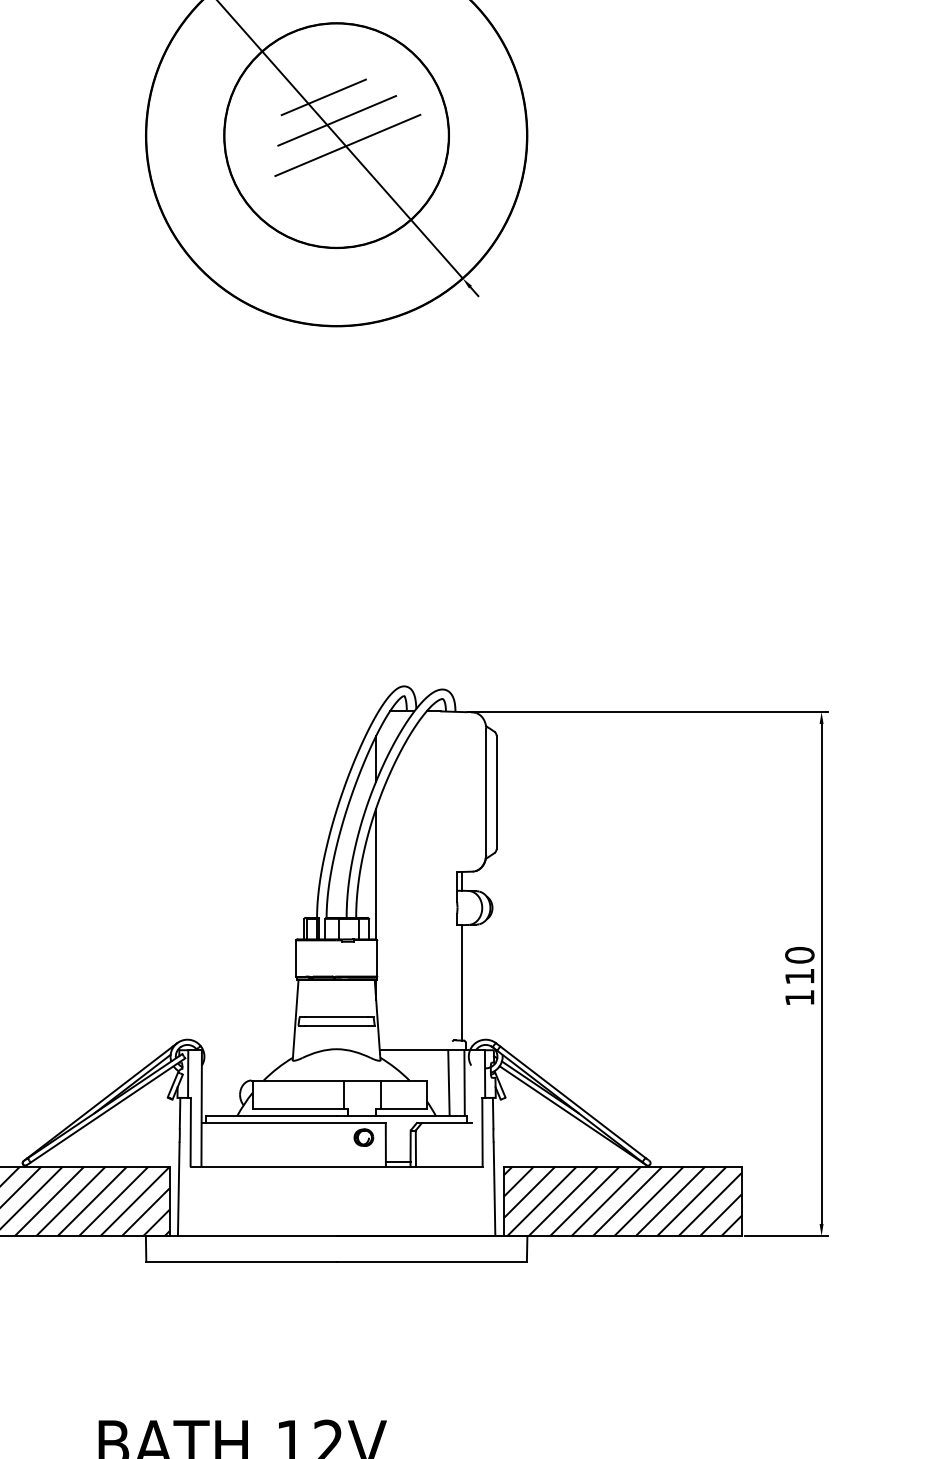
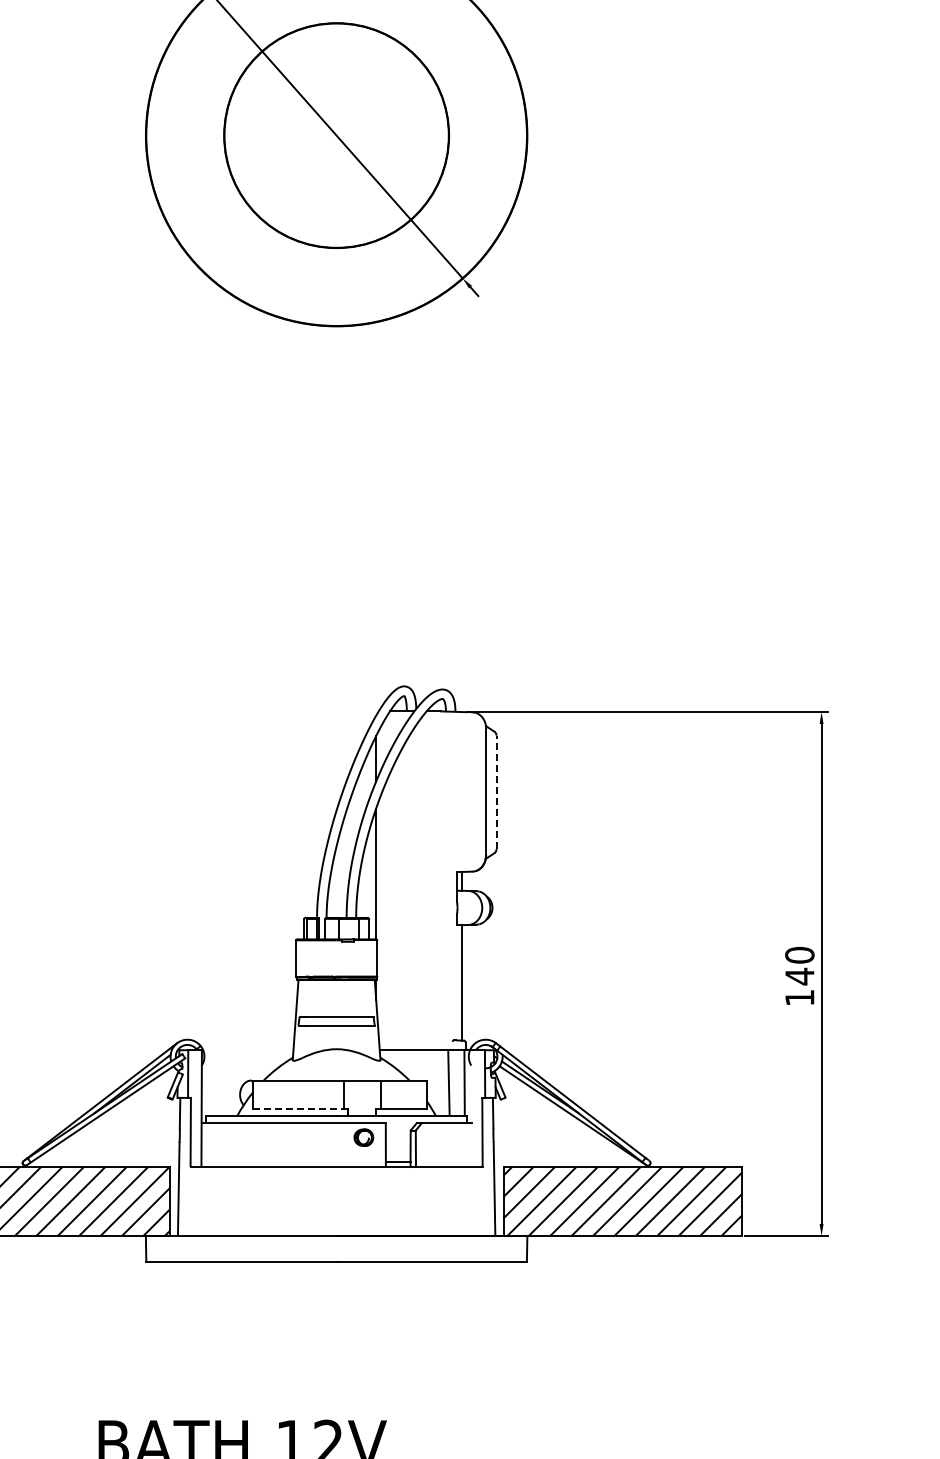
line at (323, 97): present -> none
line at (337, 120): present -> none
line at (347, 145): present -> none
line at (496, 792): solid -> dashed
text at (799, 976): 110 -> 140
line at (298, 1109): solid -> dashed
